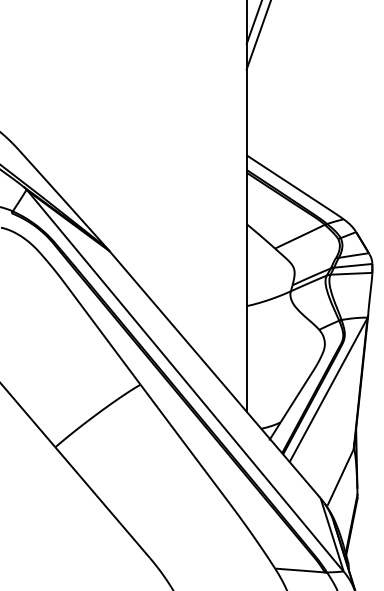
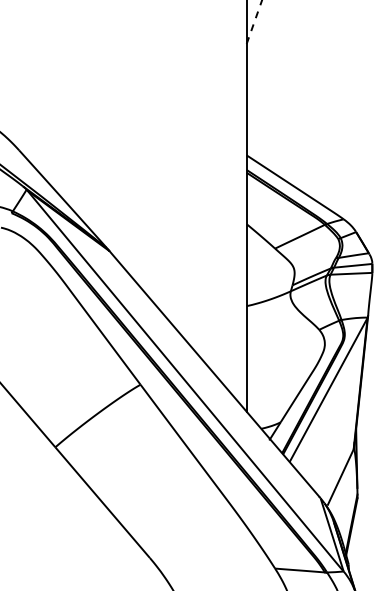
line at (254, 22): solid -> dashed
line at (258, 35): present -> none
